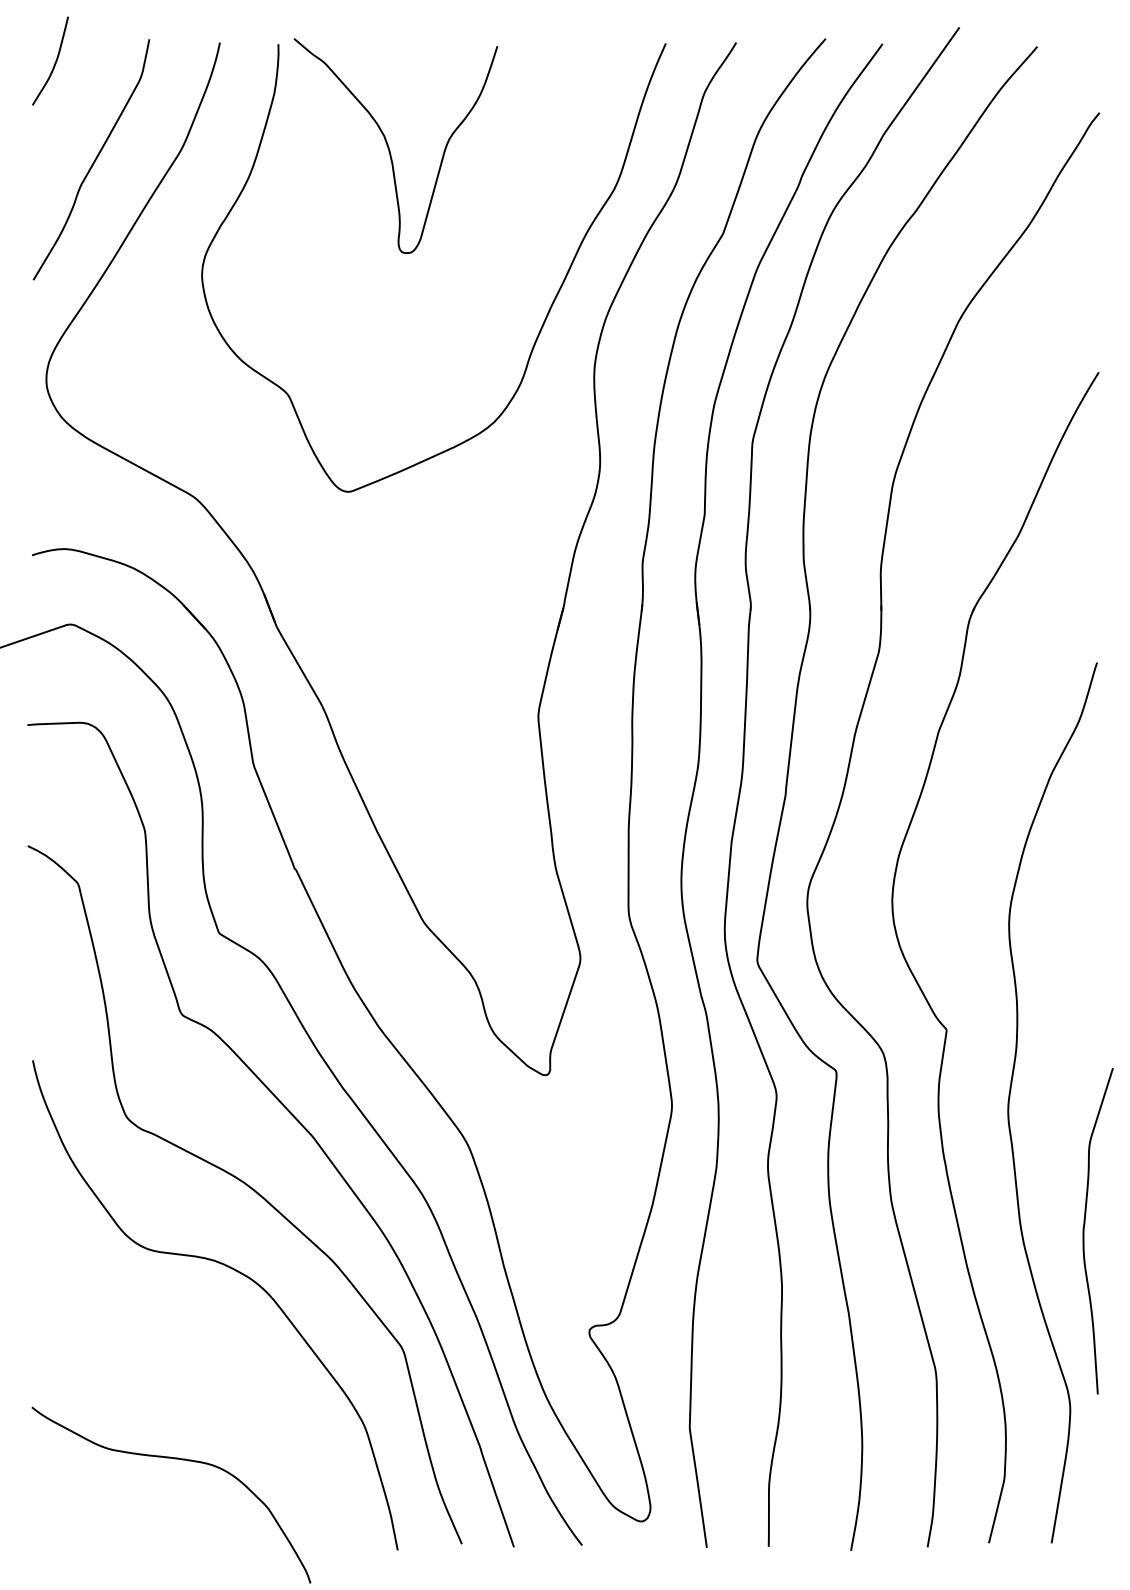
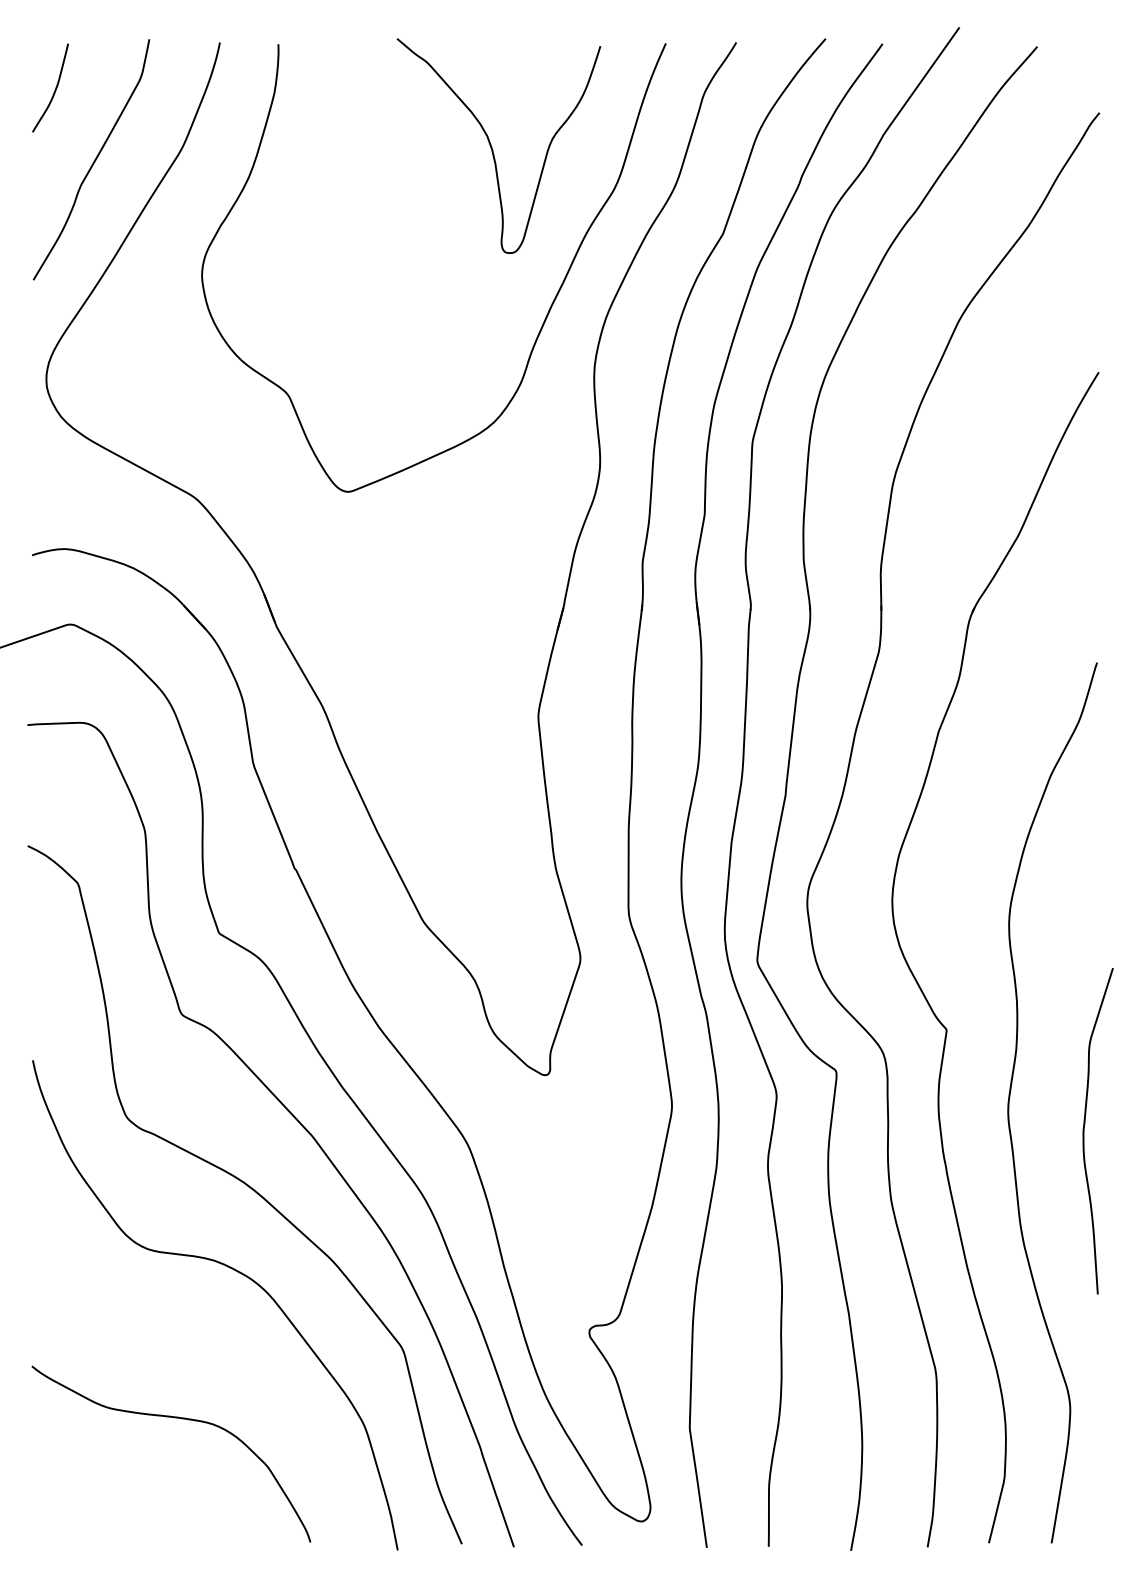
curve at (54, 62) position: (54, 62) -> (54, 89)
curve at (389, 147) position: (389, 147) -> (492, 147)
curve at (1084, 1231) position: (1084, 1231) -> (1084, 1131)
curve at (174, 1459) position: (174, 1459) -> (174, 1418)
